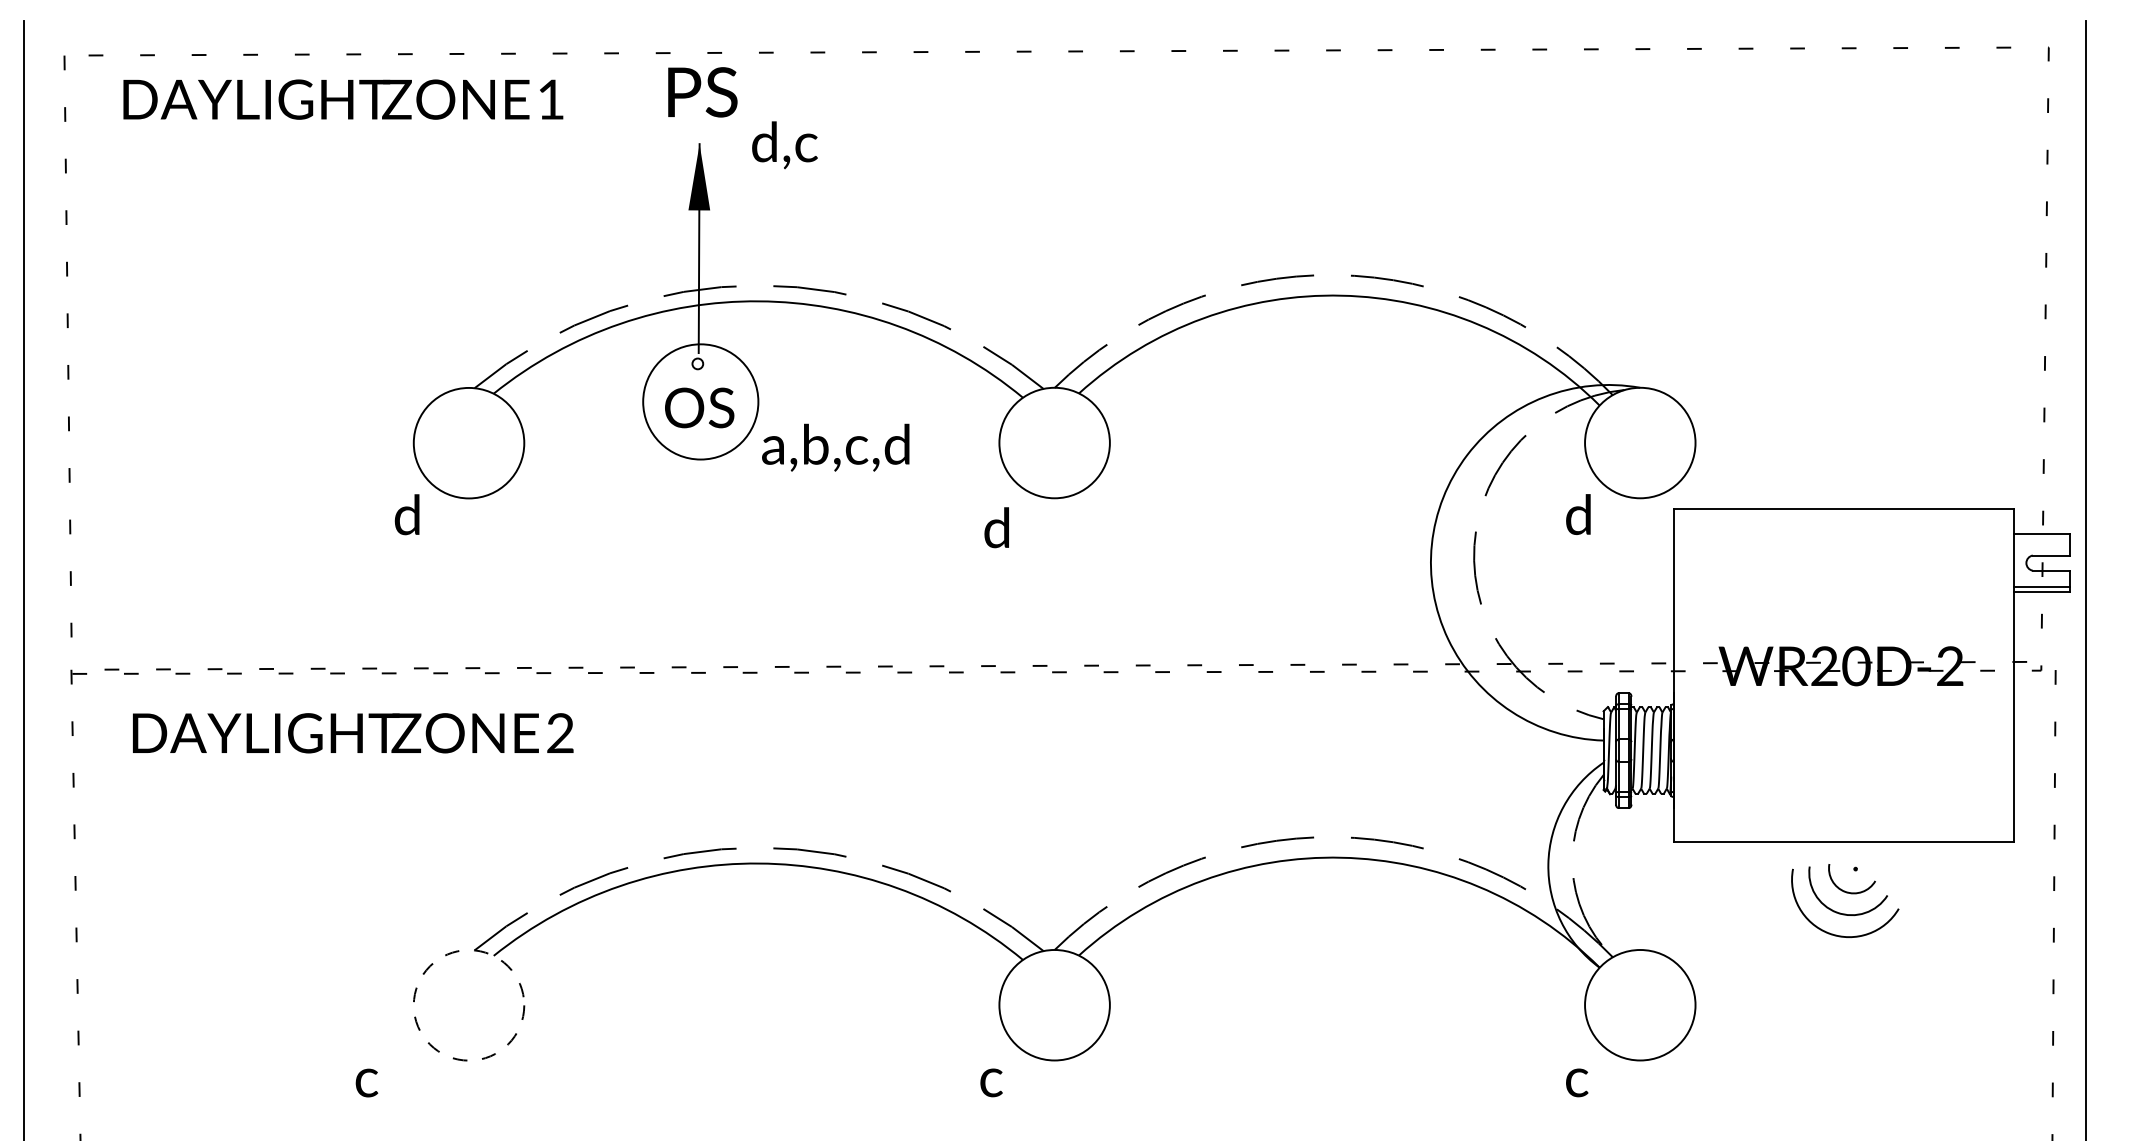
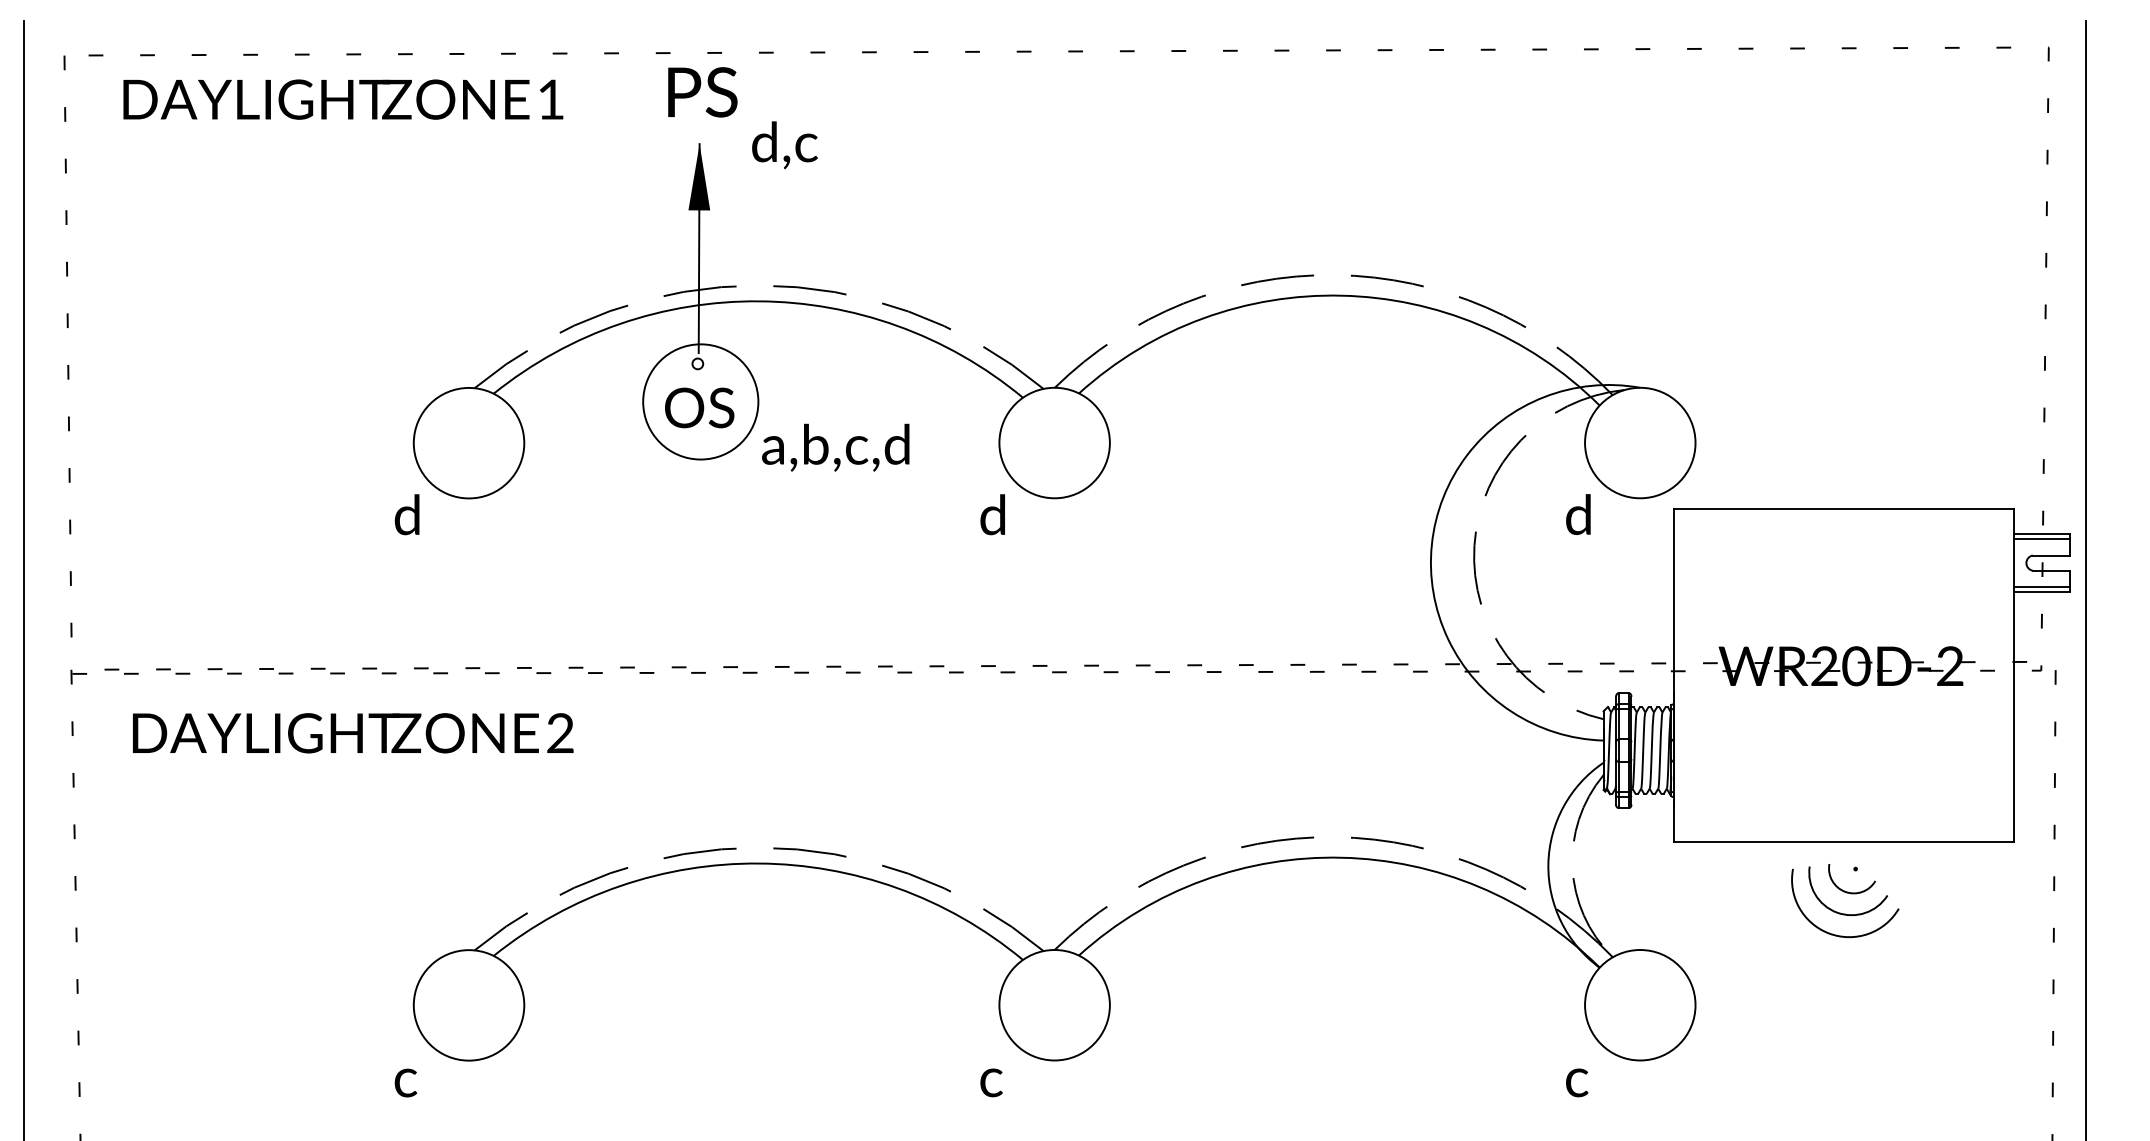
text at (996, 527) position: (996, 527) -> (992, 514)
line at (2041, 539): none -> present
circle at (468, 1005): dashed -> solid
text at (366, 1082) position: (366, 1082) -> (405, 1082)
